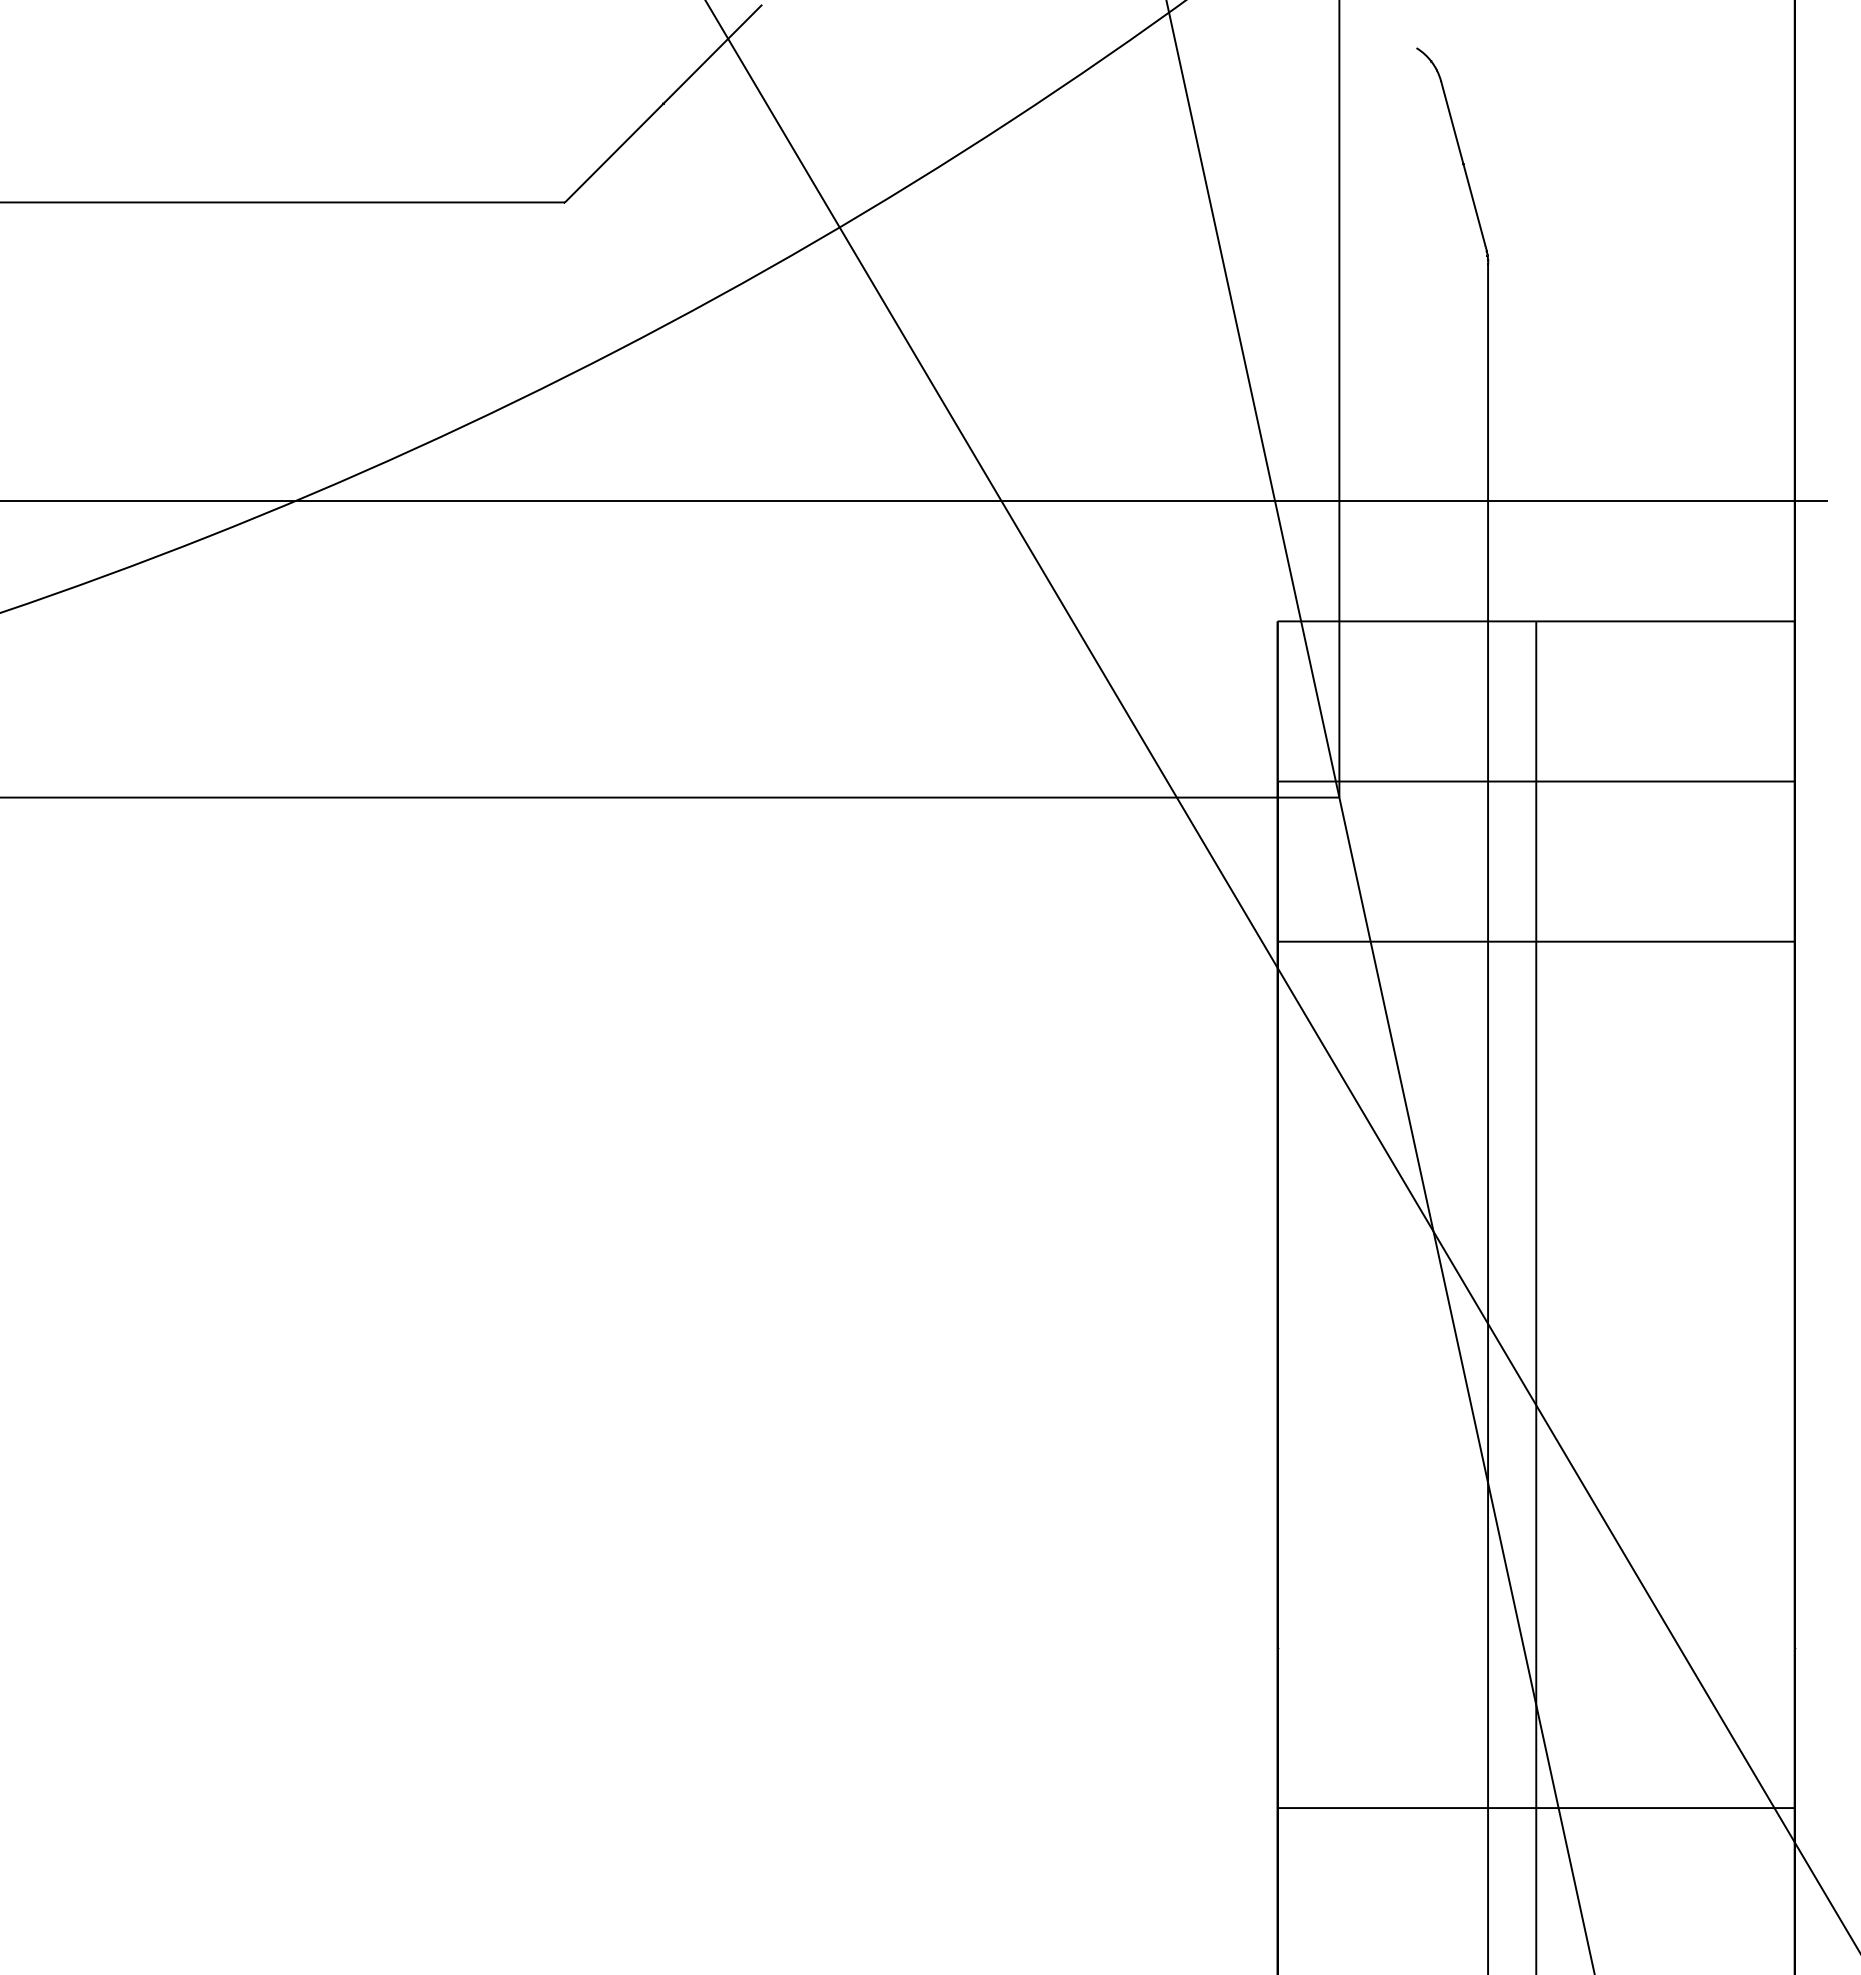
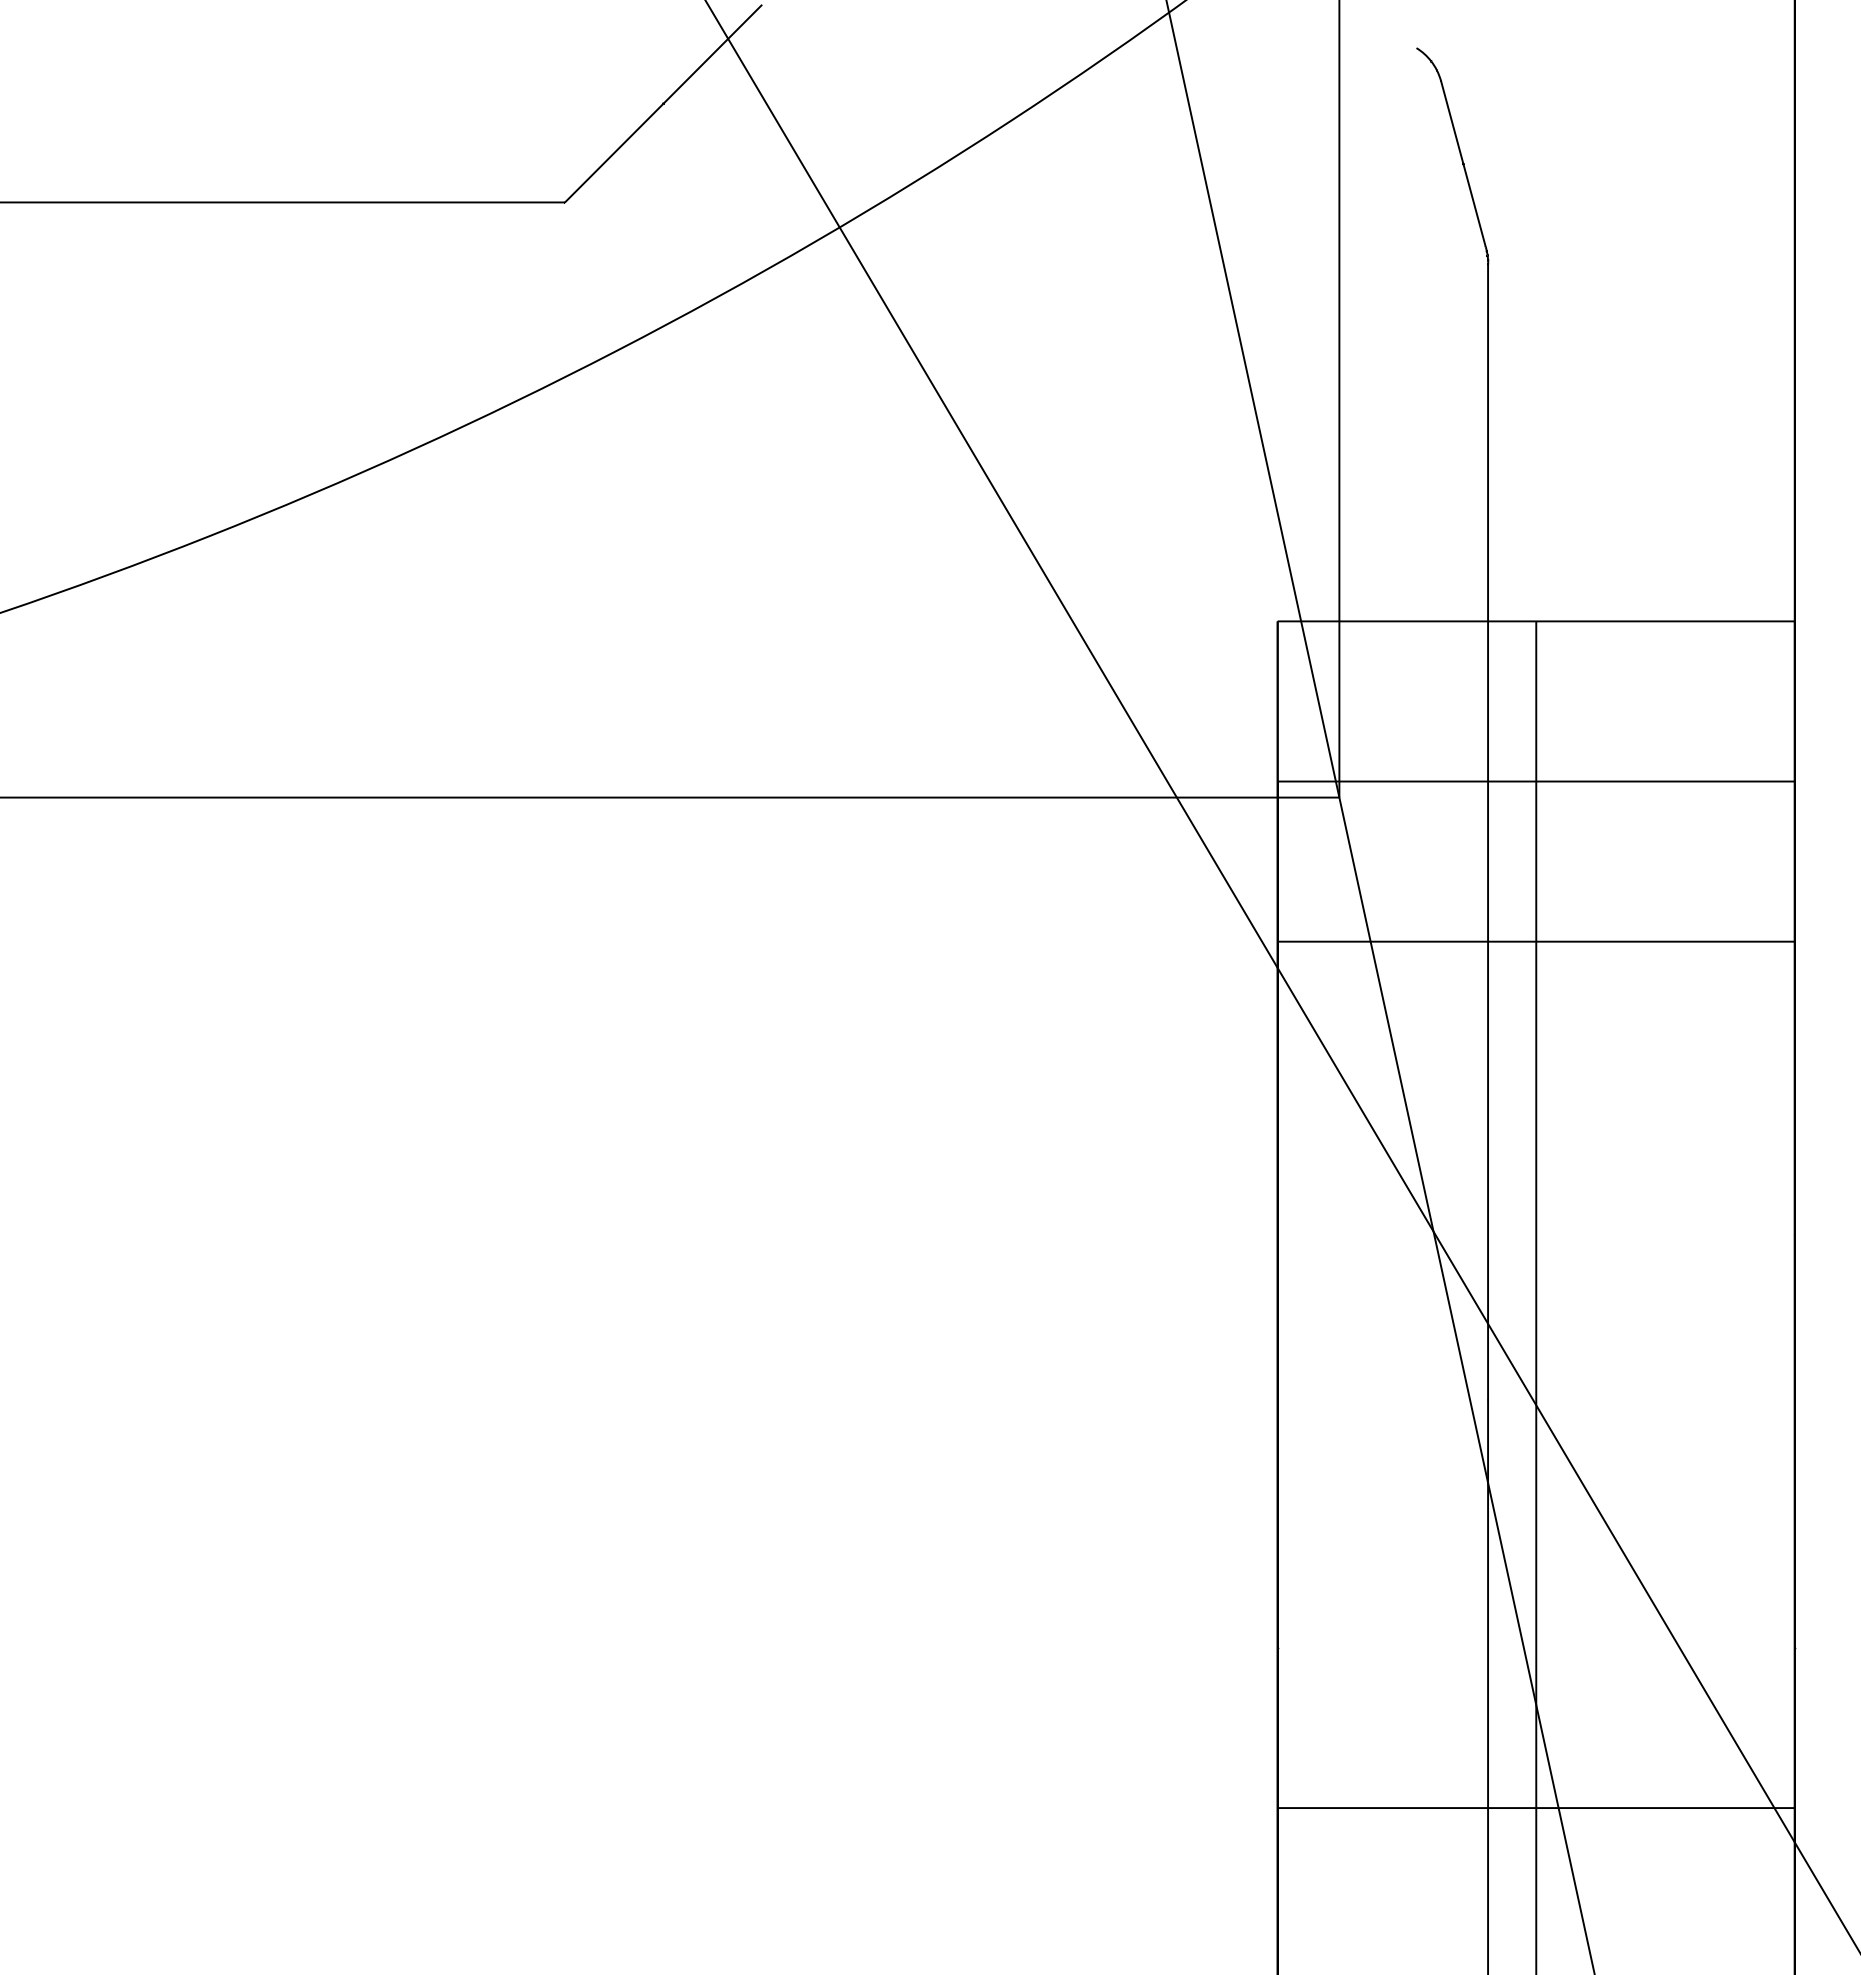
line at (914, 500): present -> none
